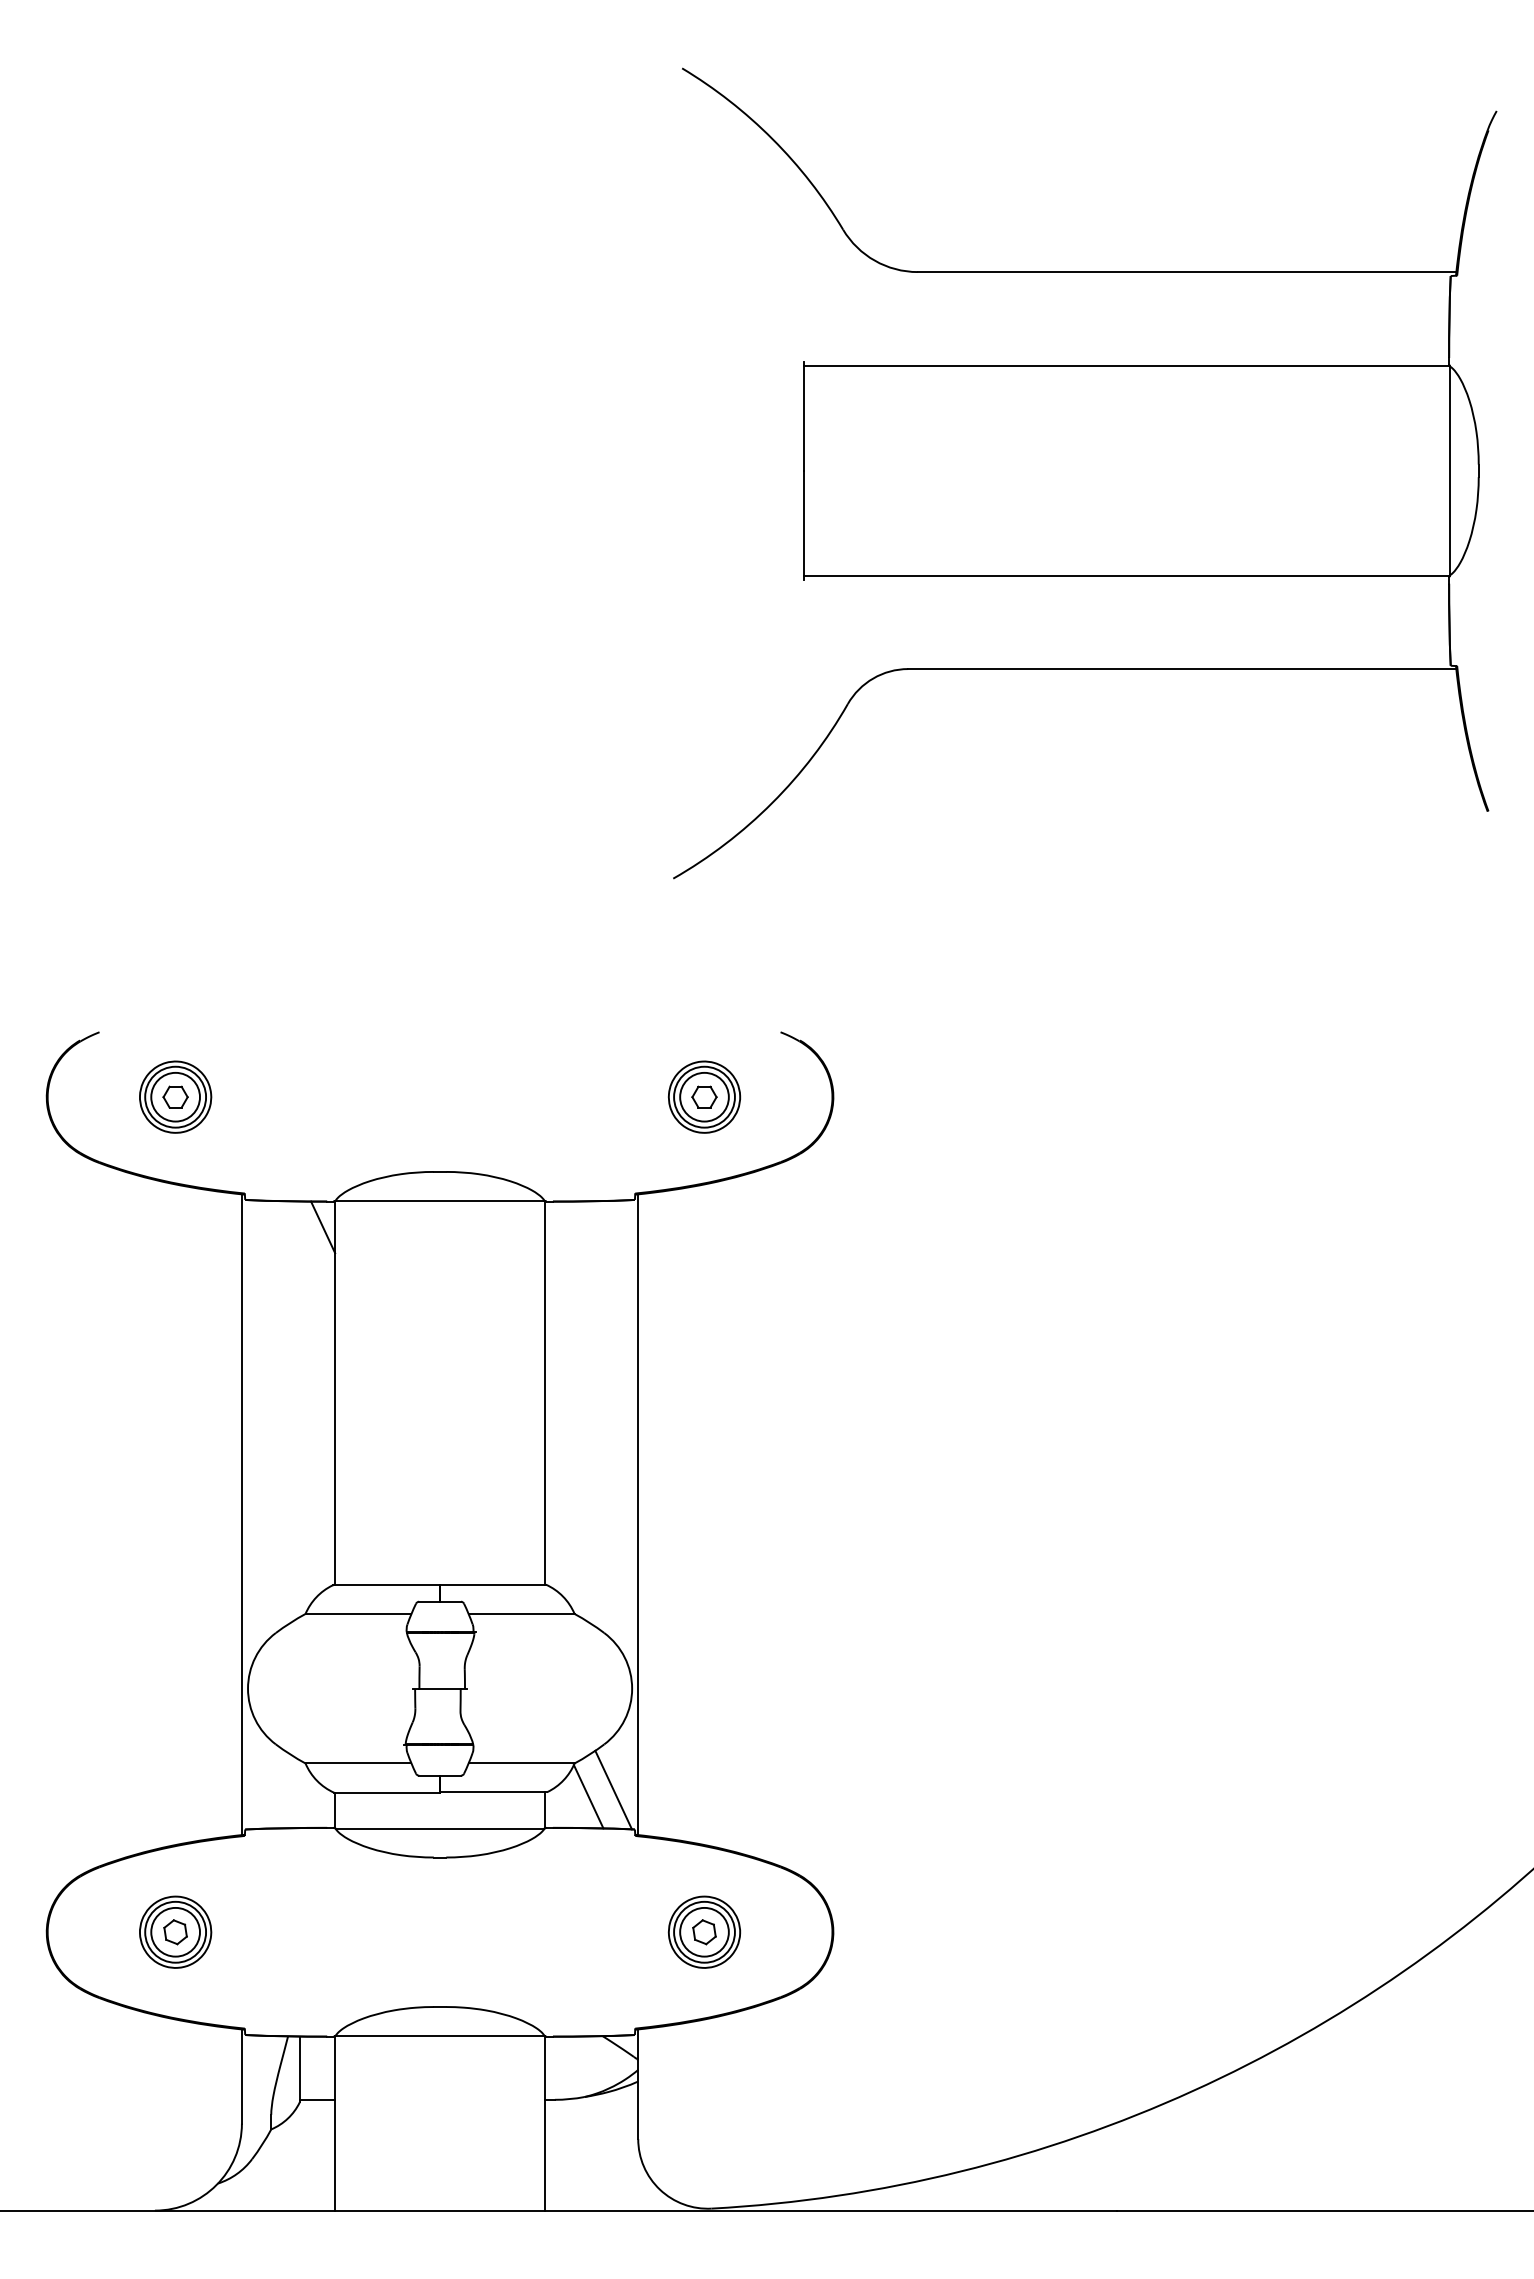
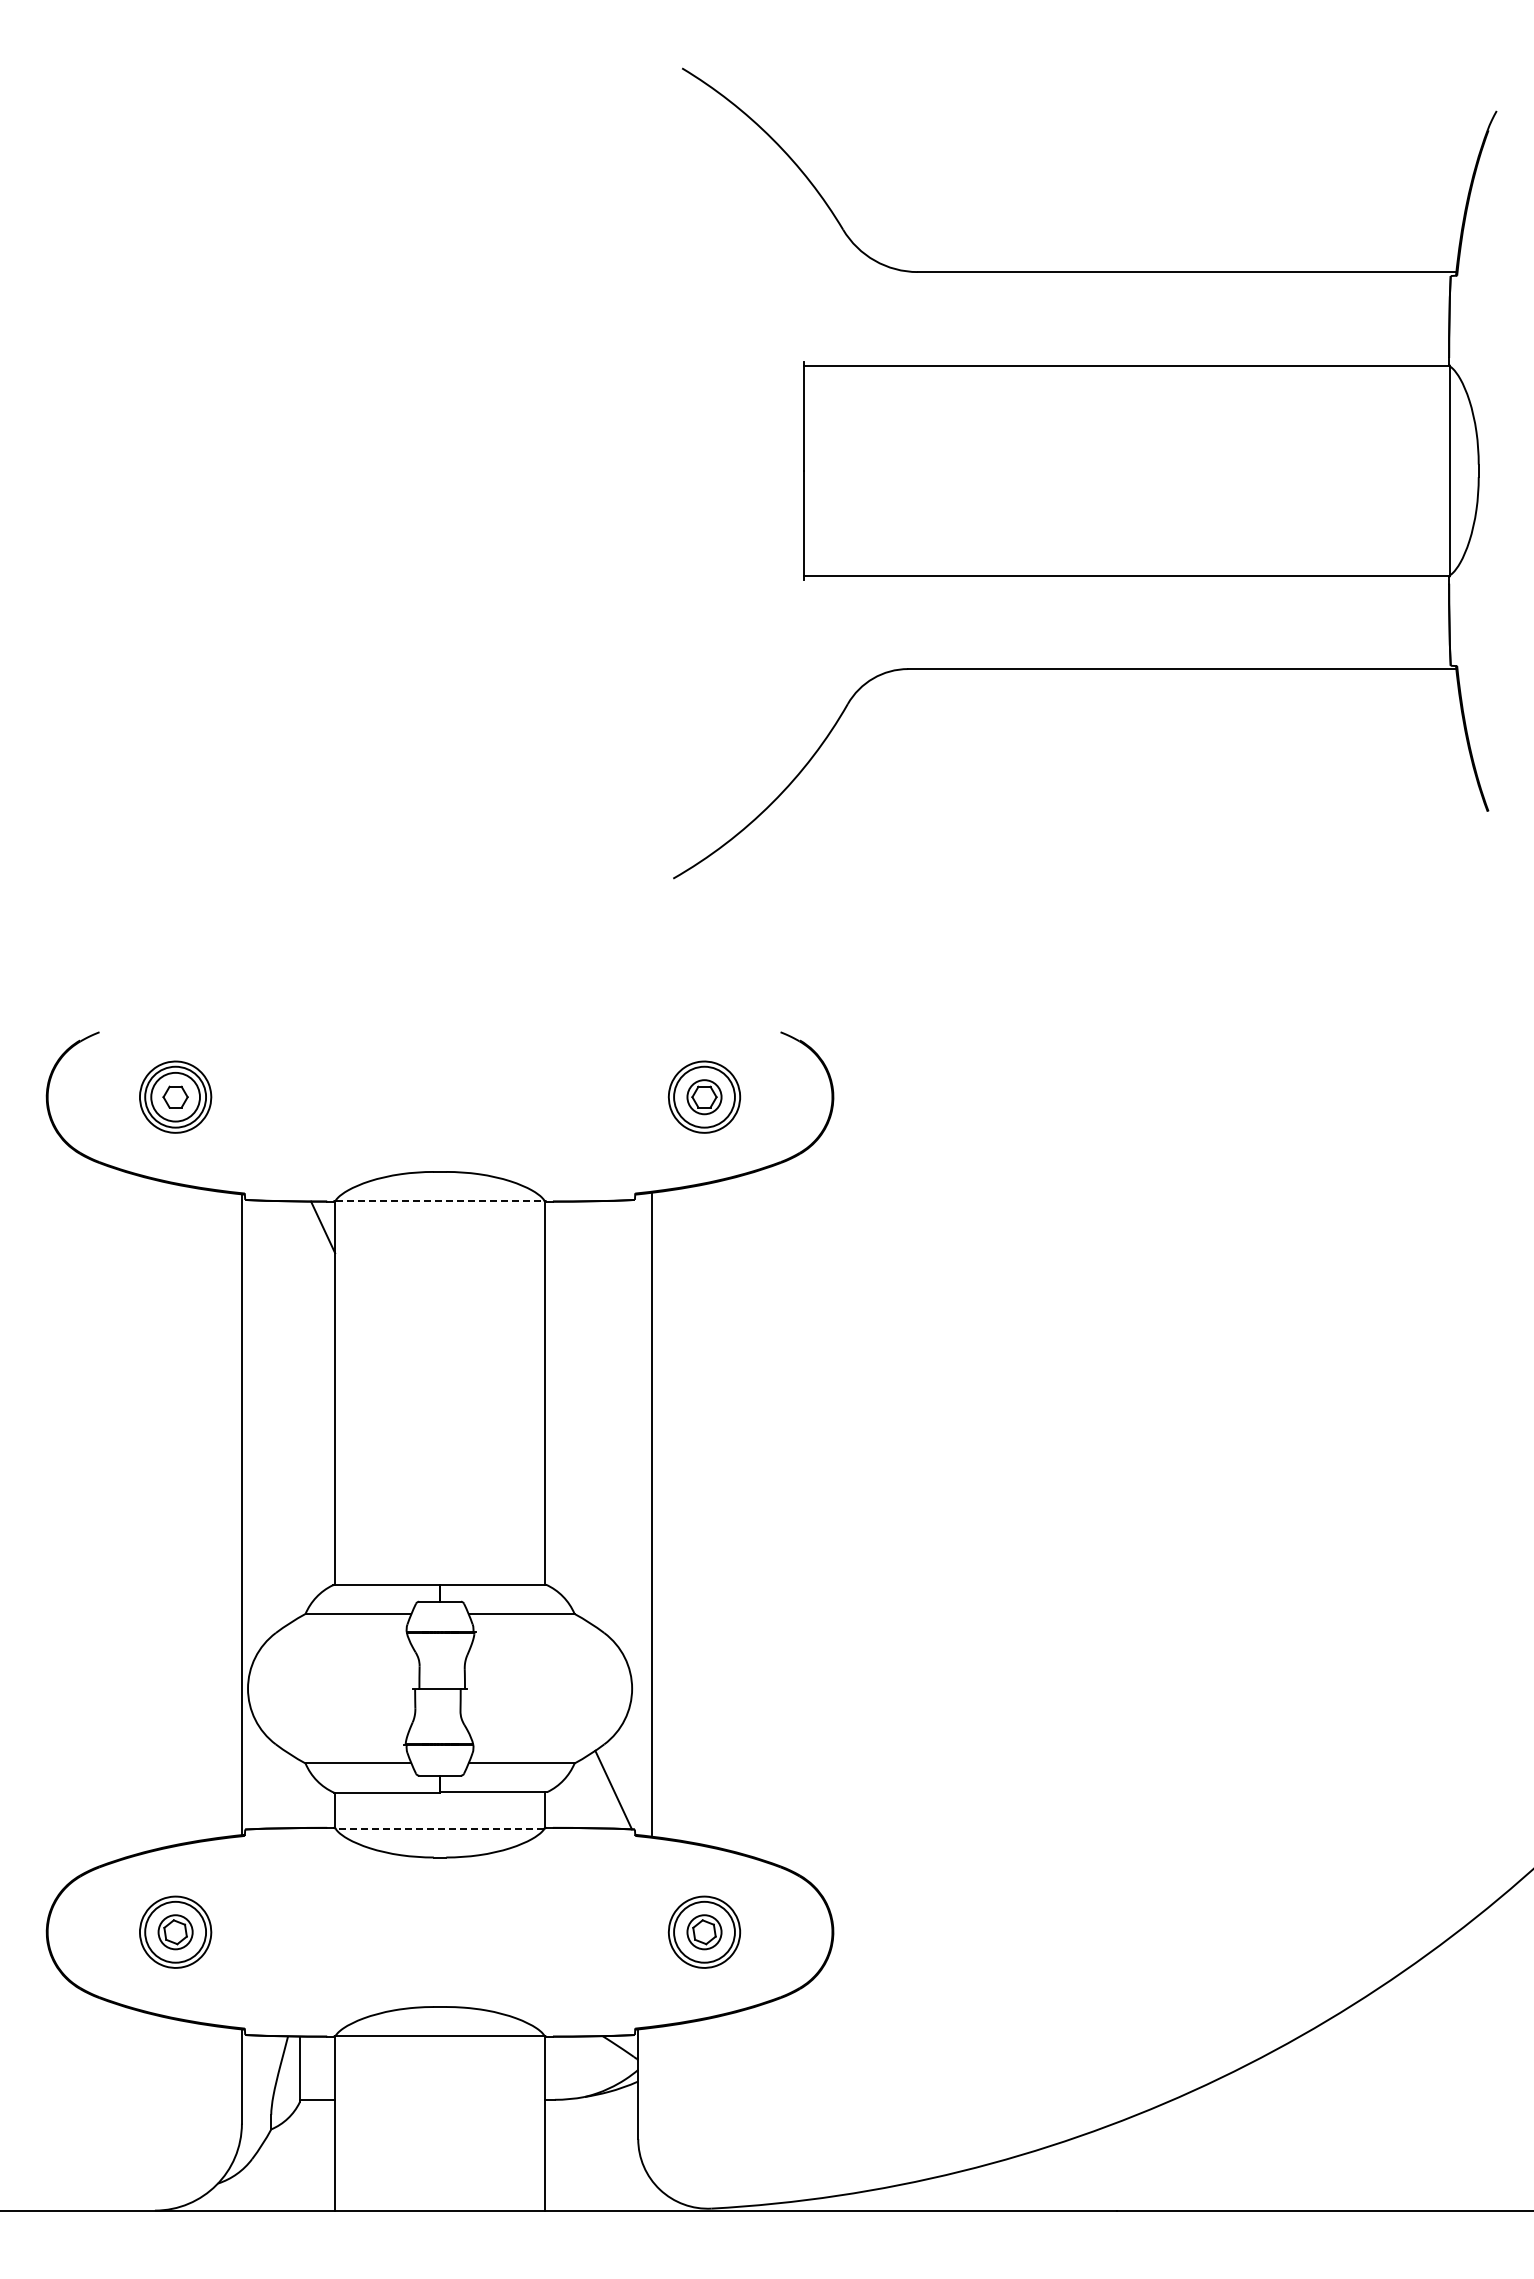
circle at (704, 1096) diameter: 49 px -> 34 px
line at (440, 1200): solid -> dashed
line at (638, 1514) position: (638, 1514) -> (652, 1514)
line at (588, 1796): present -> none
line at (440, 1828): solid -> dashed
circle at (175, 1931) diameter: 49 px -> 34 px
circle at (704, 1931) diameter: 49 px -> 34 px
